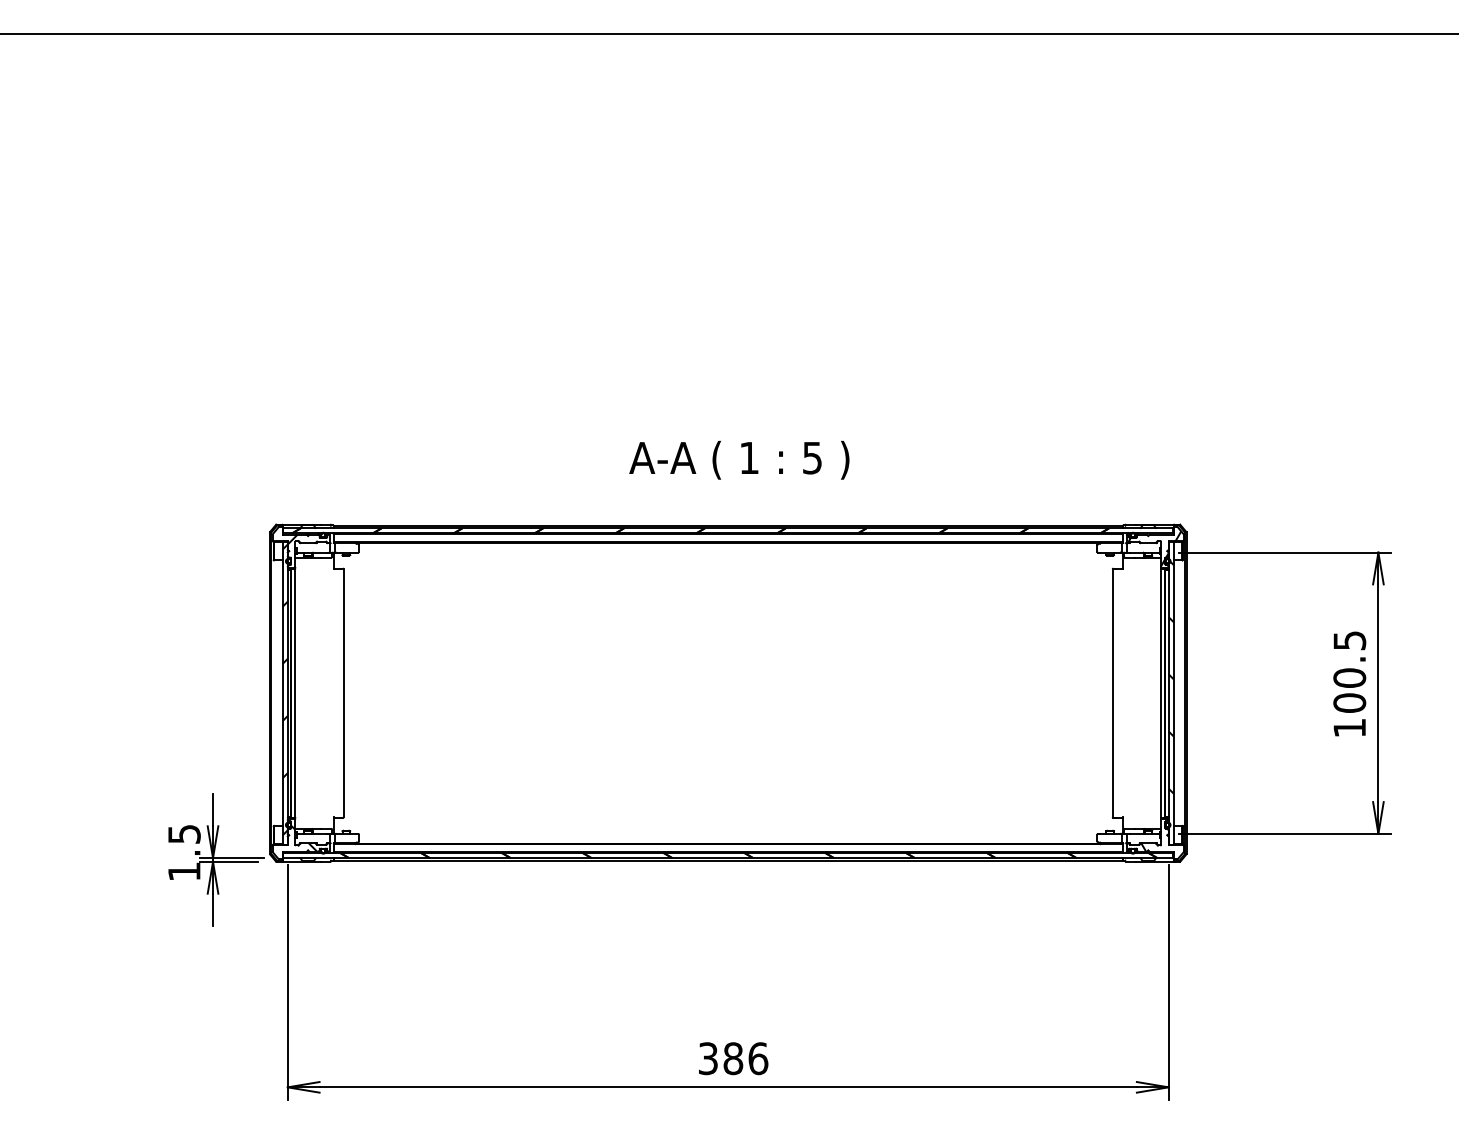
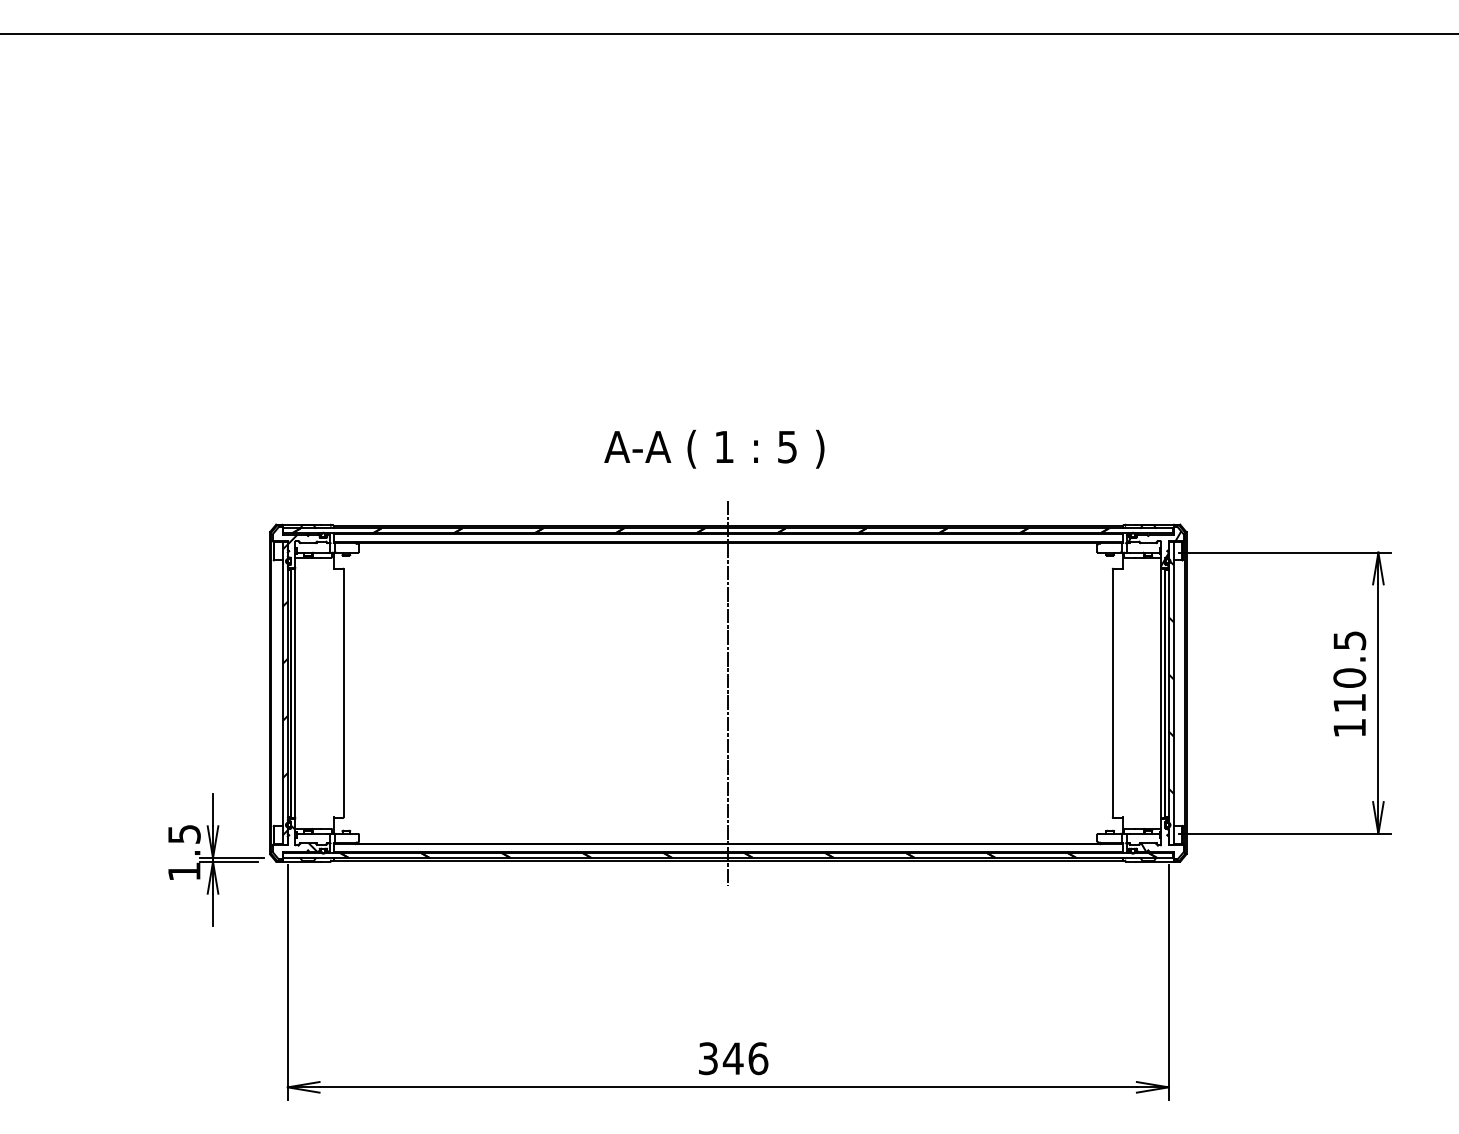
text at (739, 459) position: (739, 459) -> (714, 448)
line at (728, 692): none -> present
text at (1349, 702): 100.5 -> 110.5
text at (732, 1058): 386 -> 346
